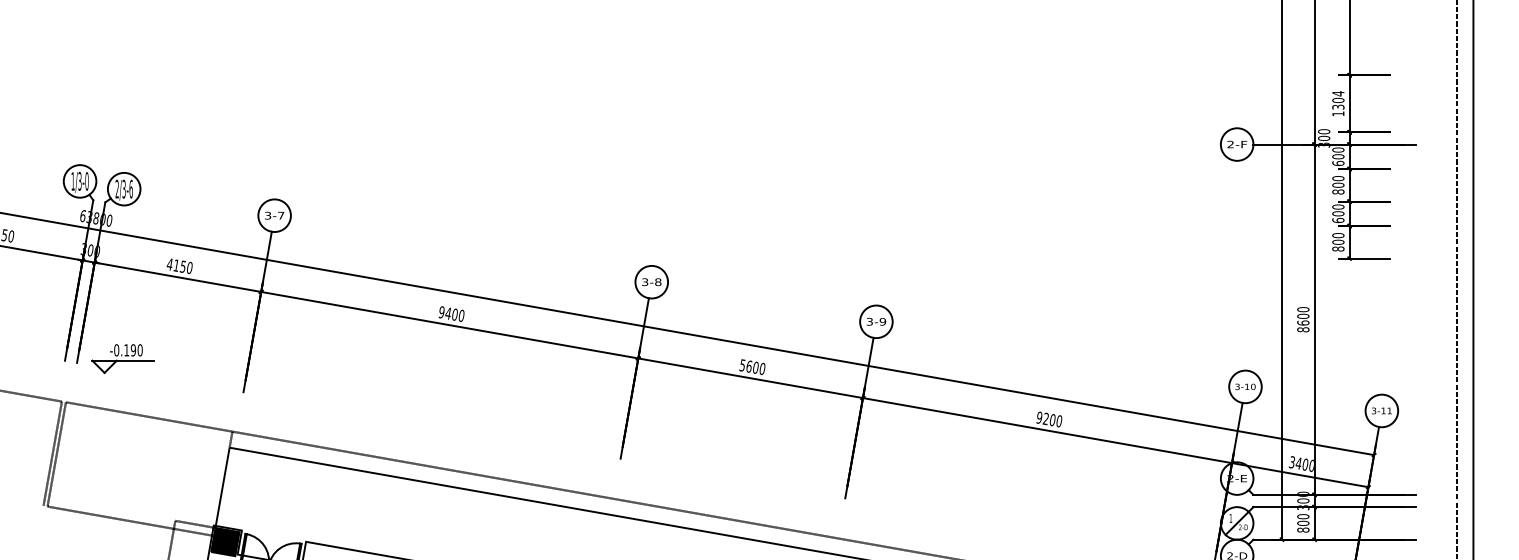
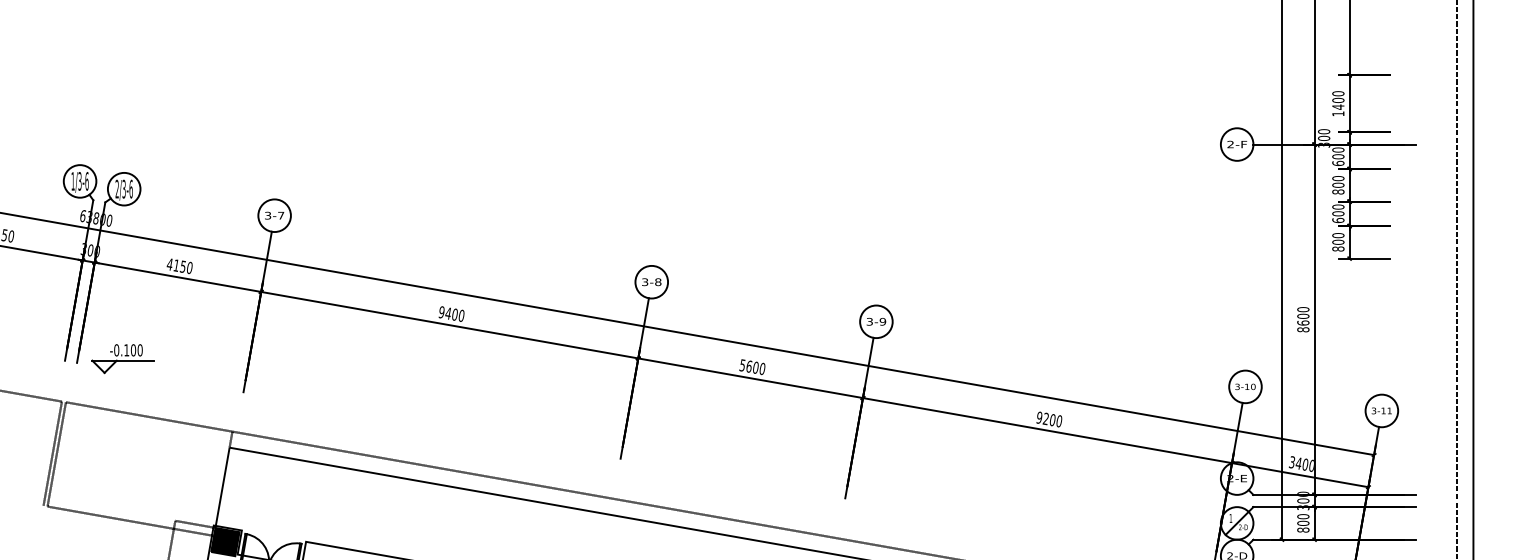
text at (1338, 100): 1304 -> 1400
text at (86, 181): 1/3-0 -> 1/3-6
text at (132, 350): -0.190 -> -0.100
